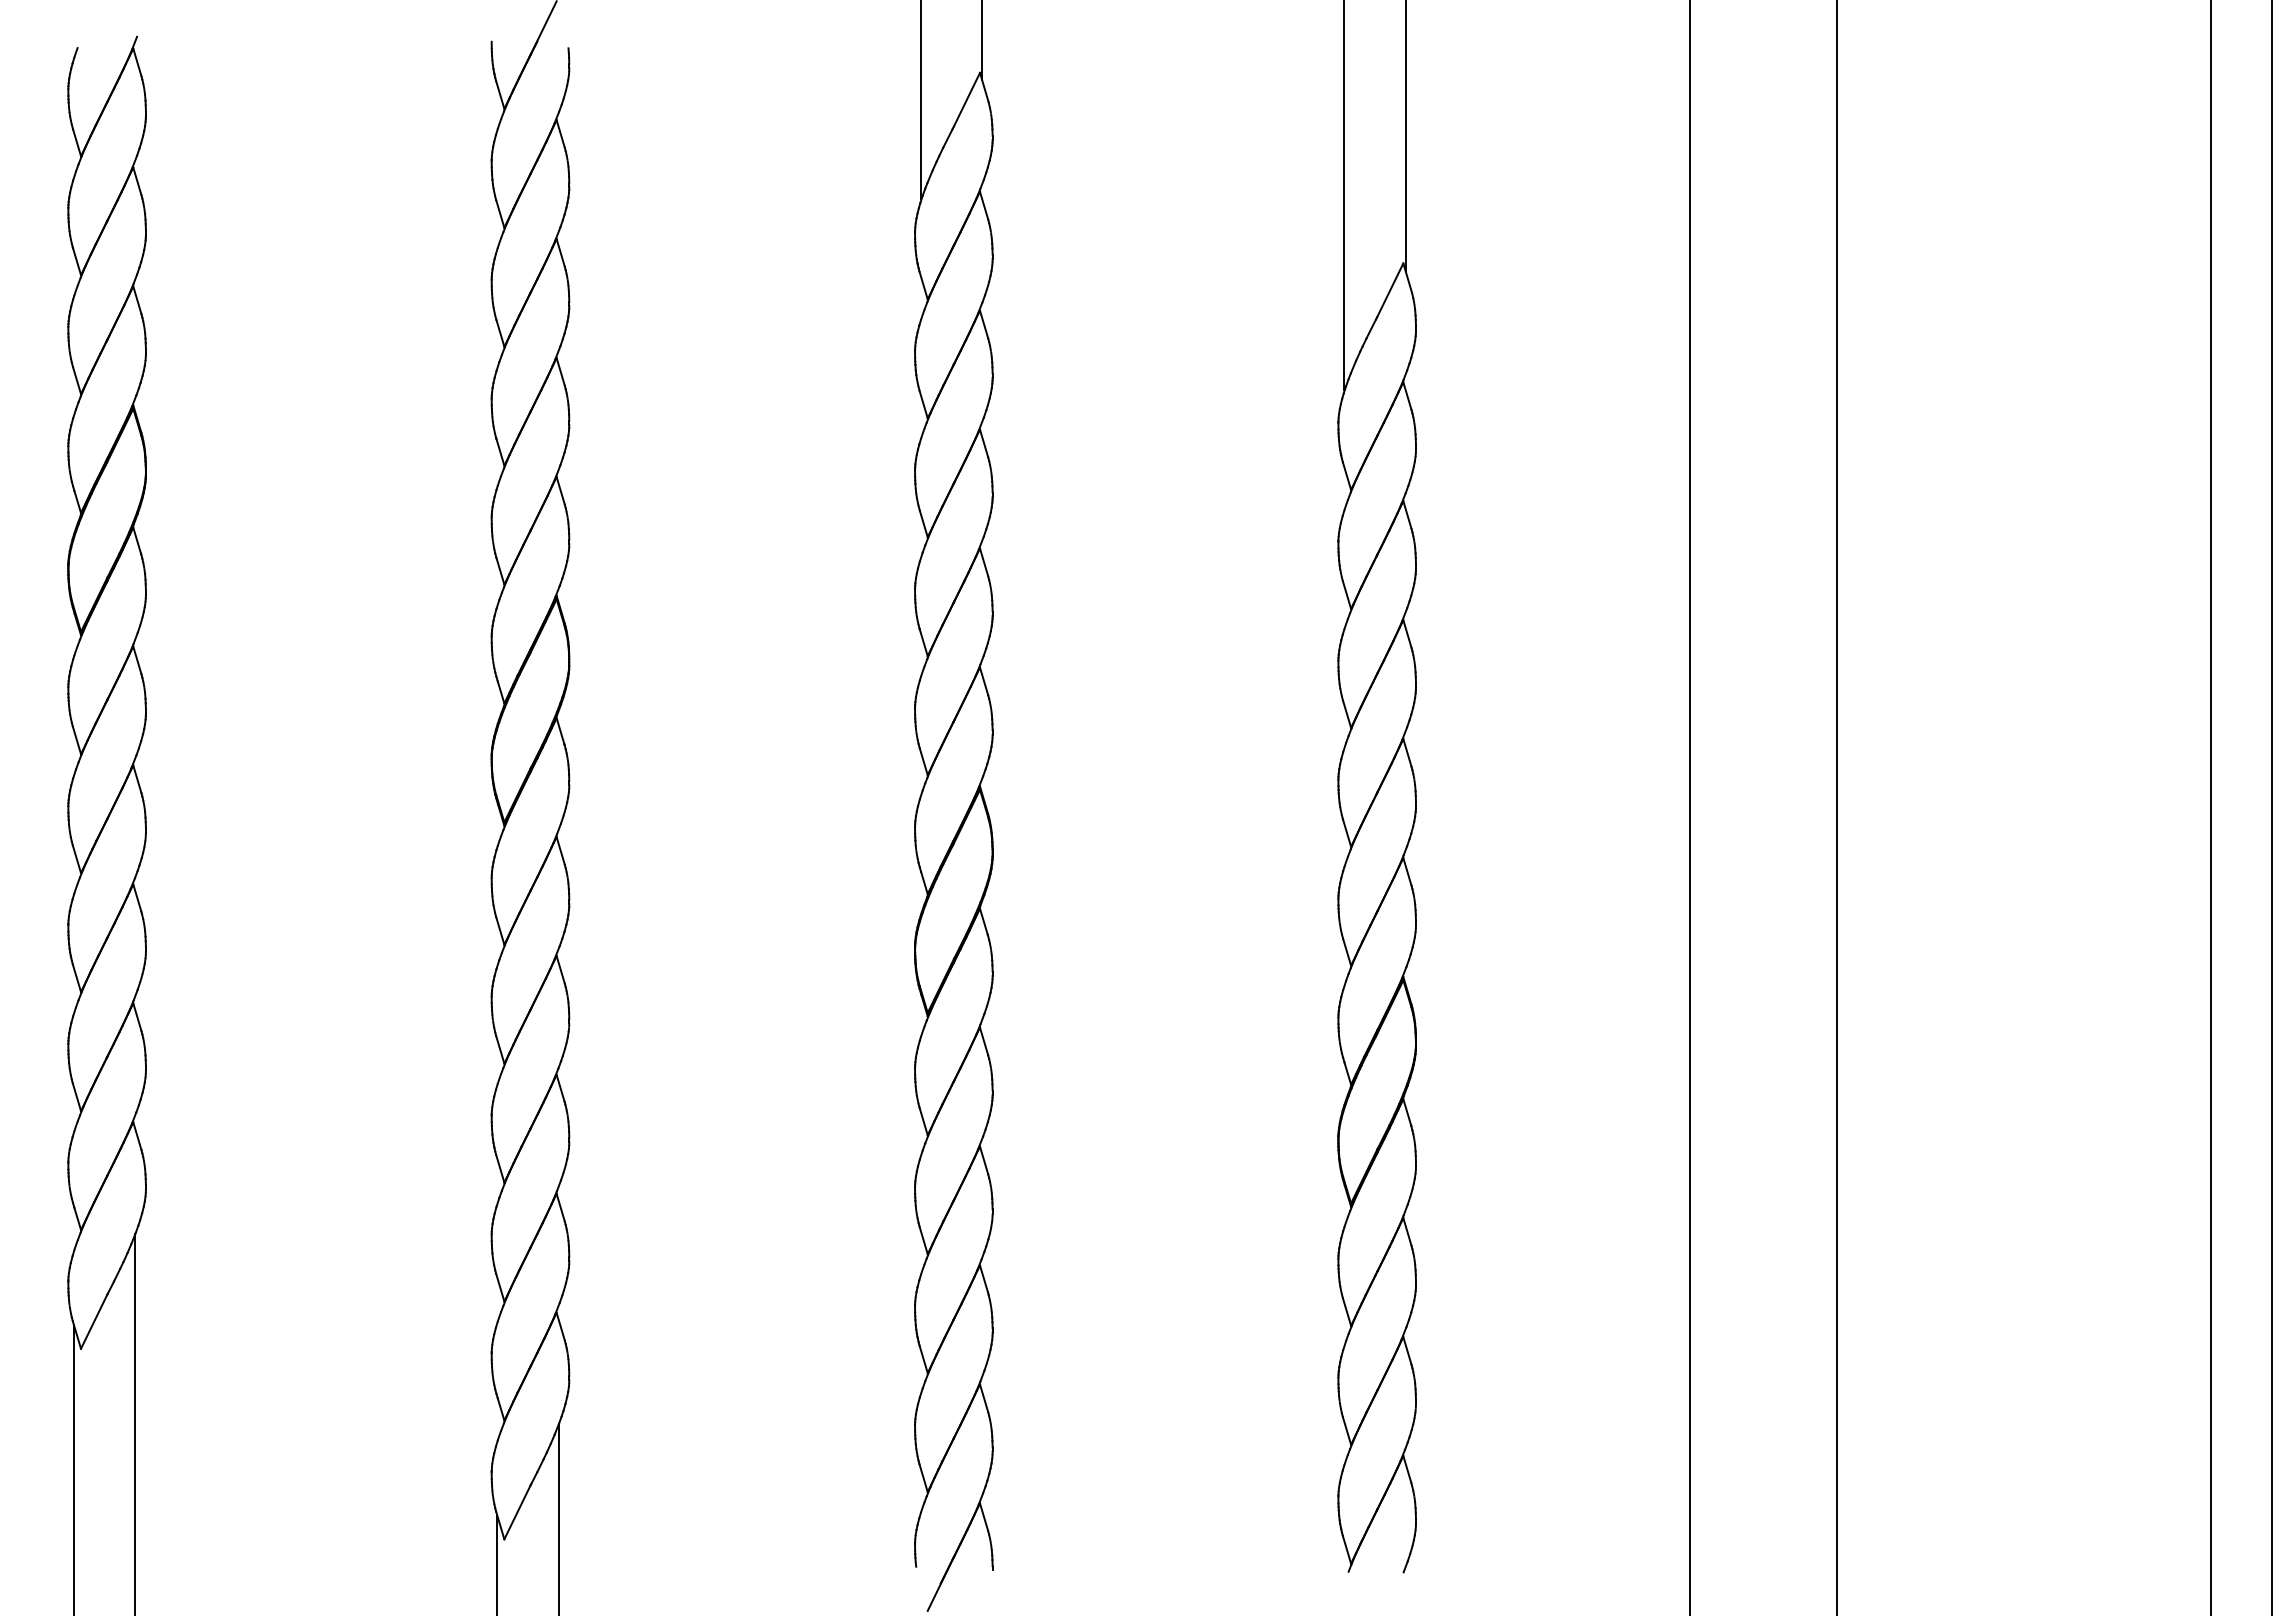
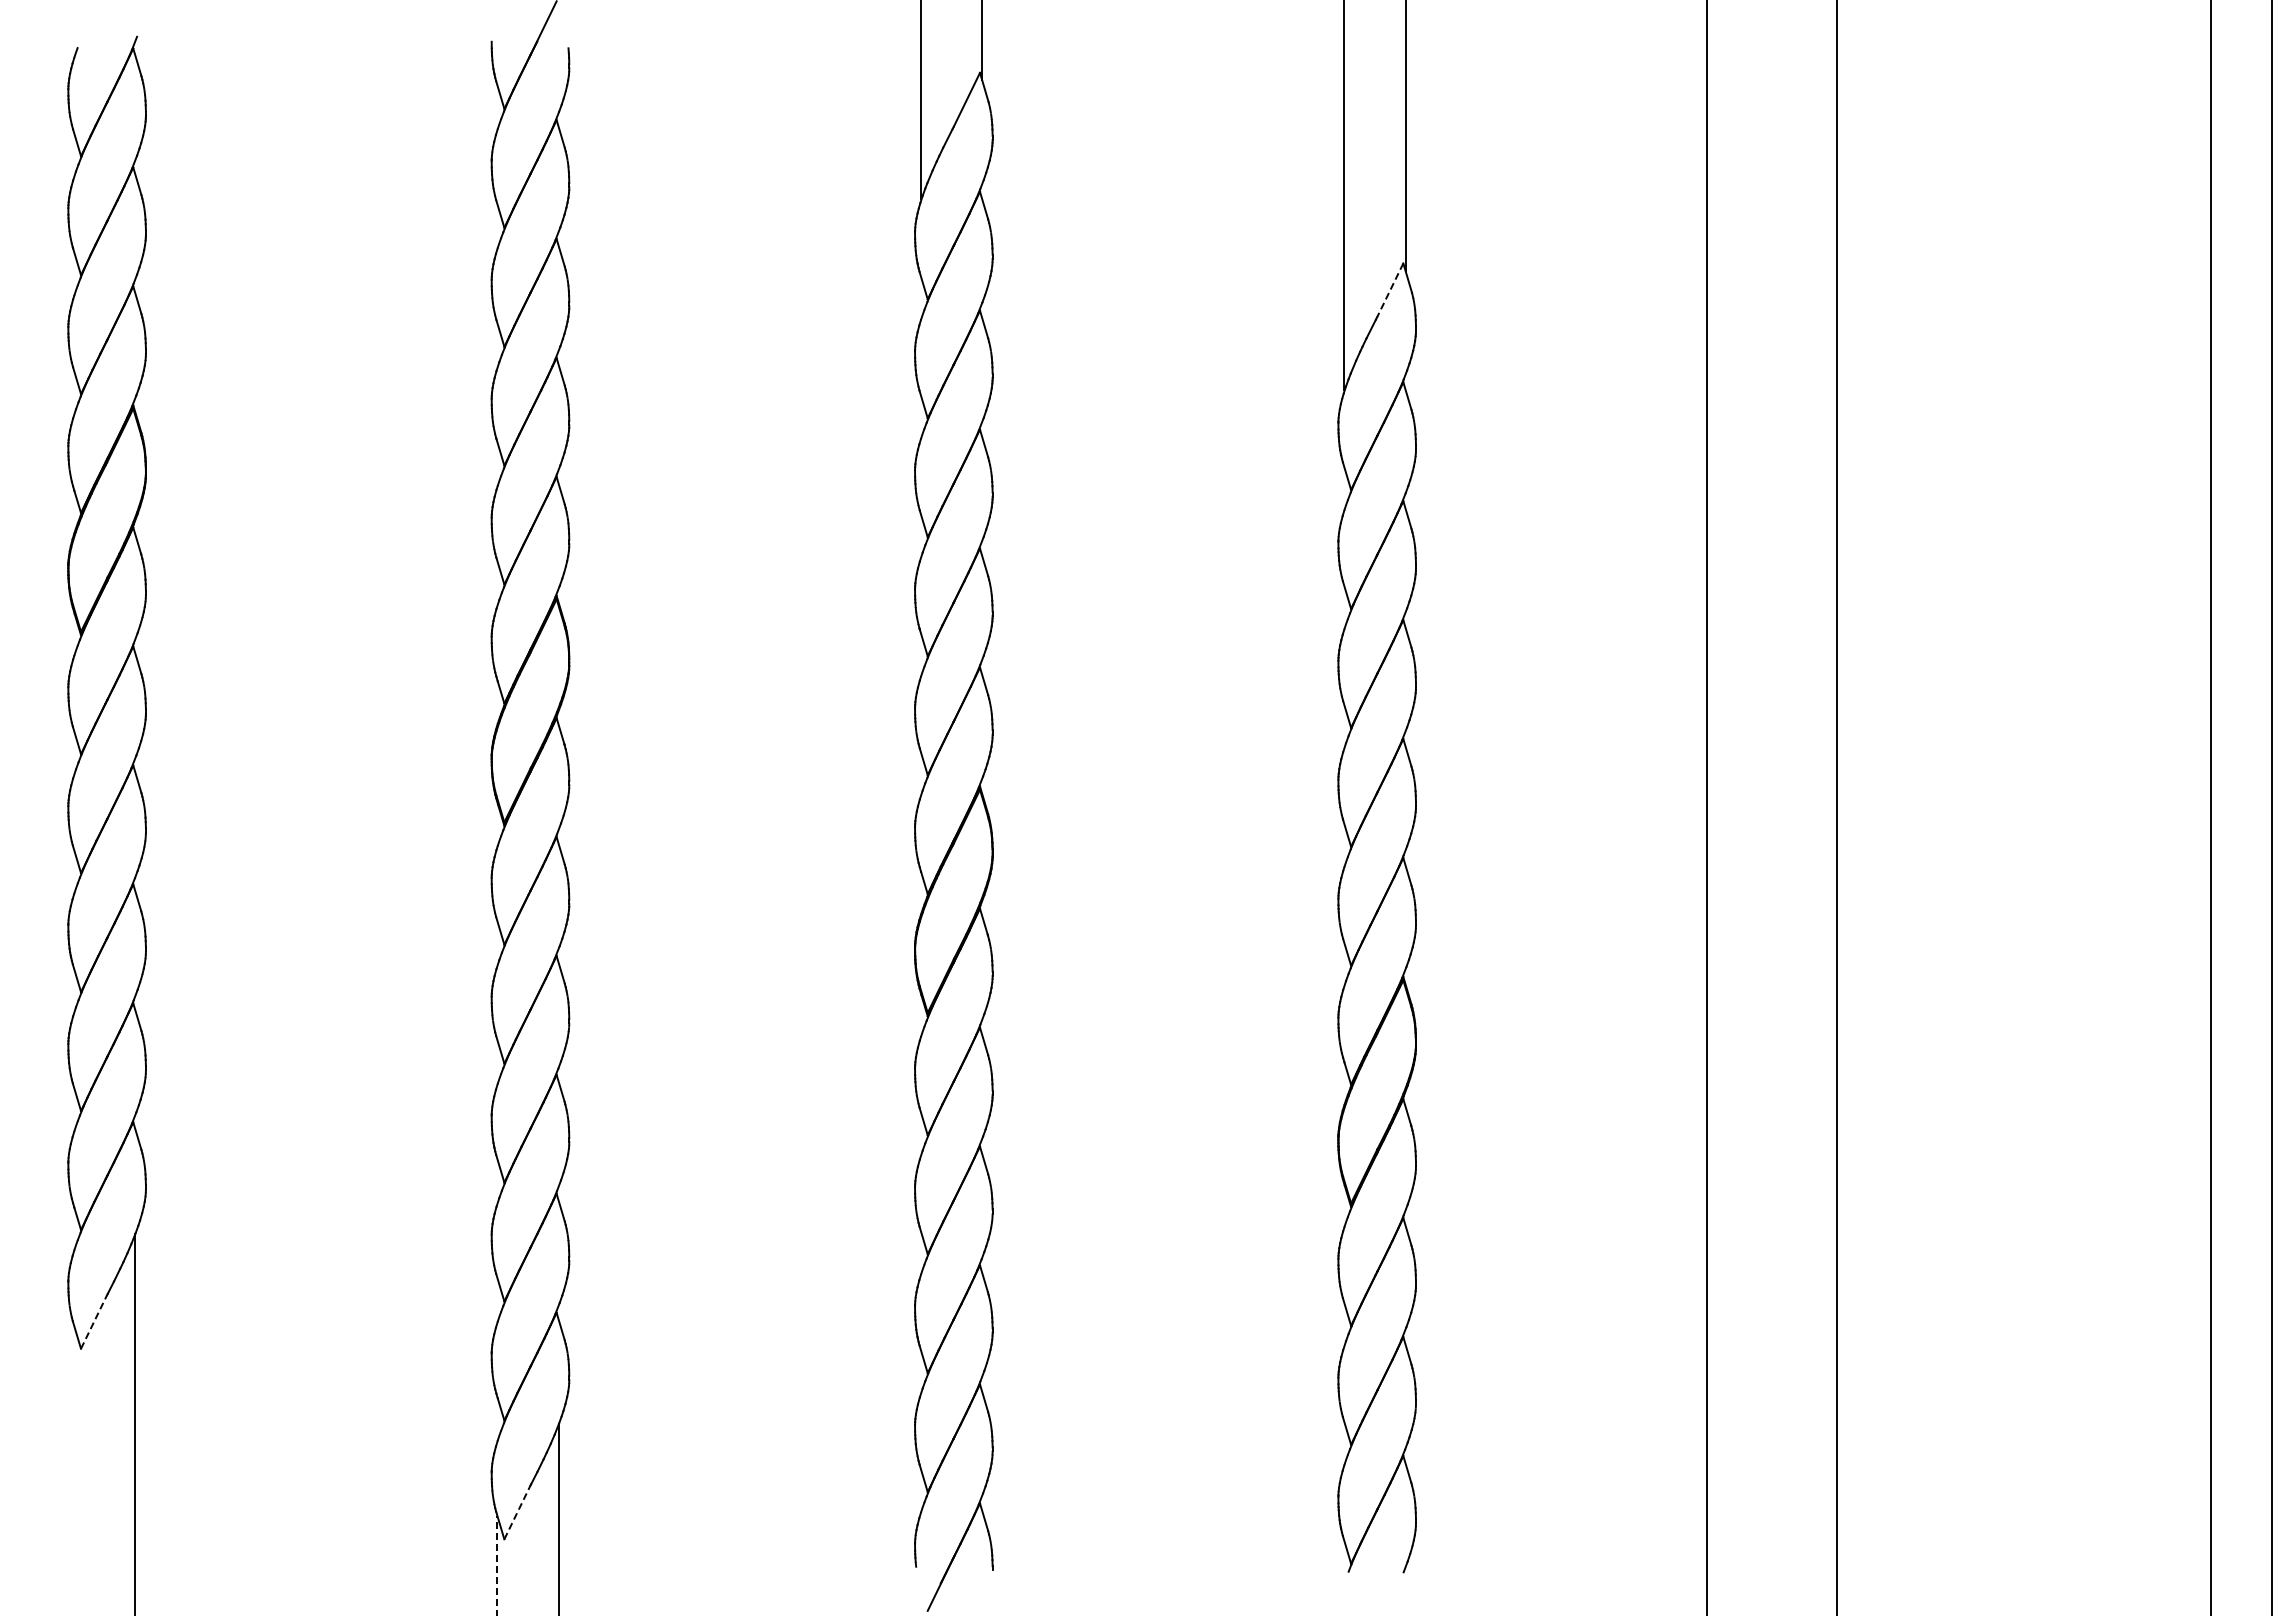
line at (1390, 290): solid -> dashed
line at (1690, 807) position: (1690, 807) -> (1707, 807)
line at (94, 1321): solid -> dashed
line at (73, 1468): present -> none
line at (517, 1512): solid -> dashed
line at (497, 1565): solid -> dashed
